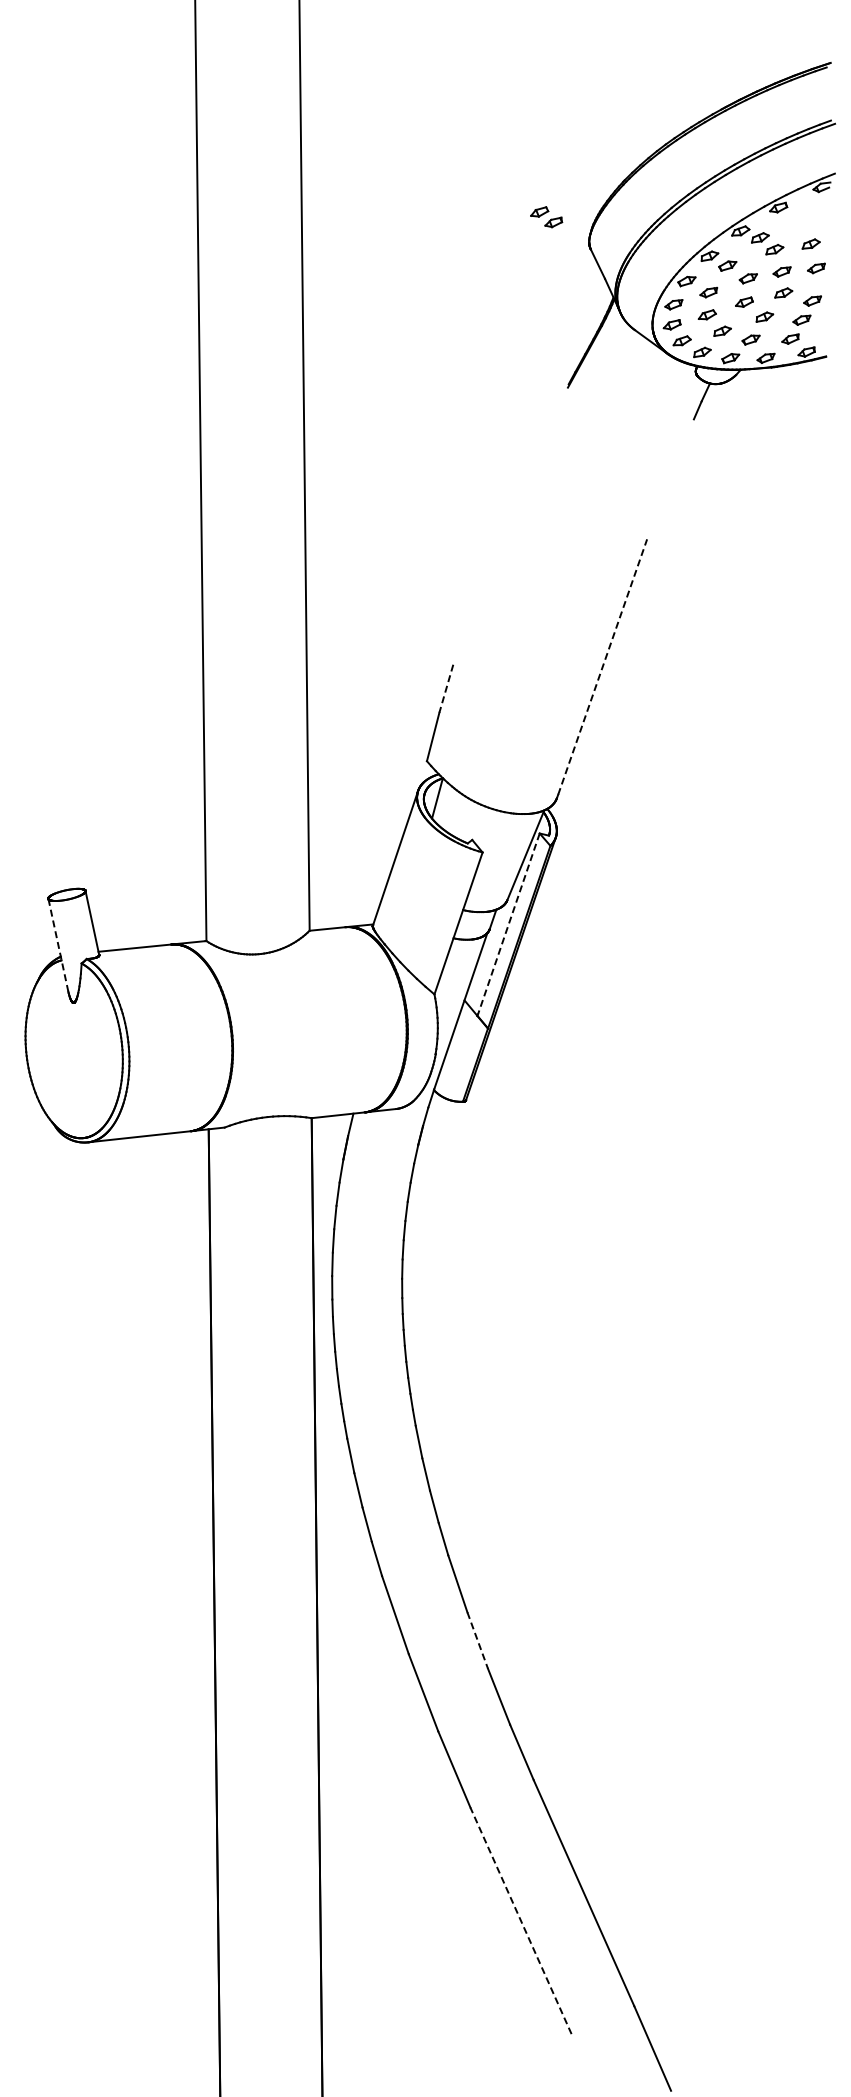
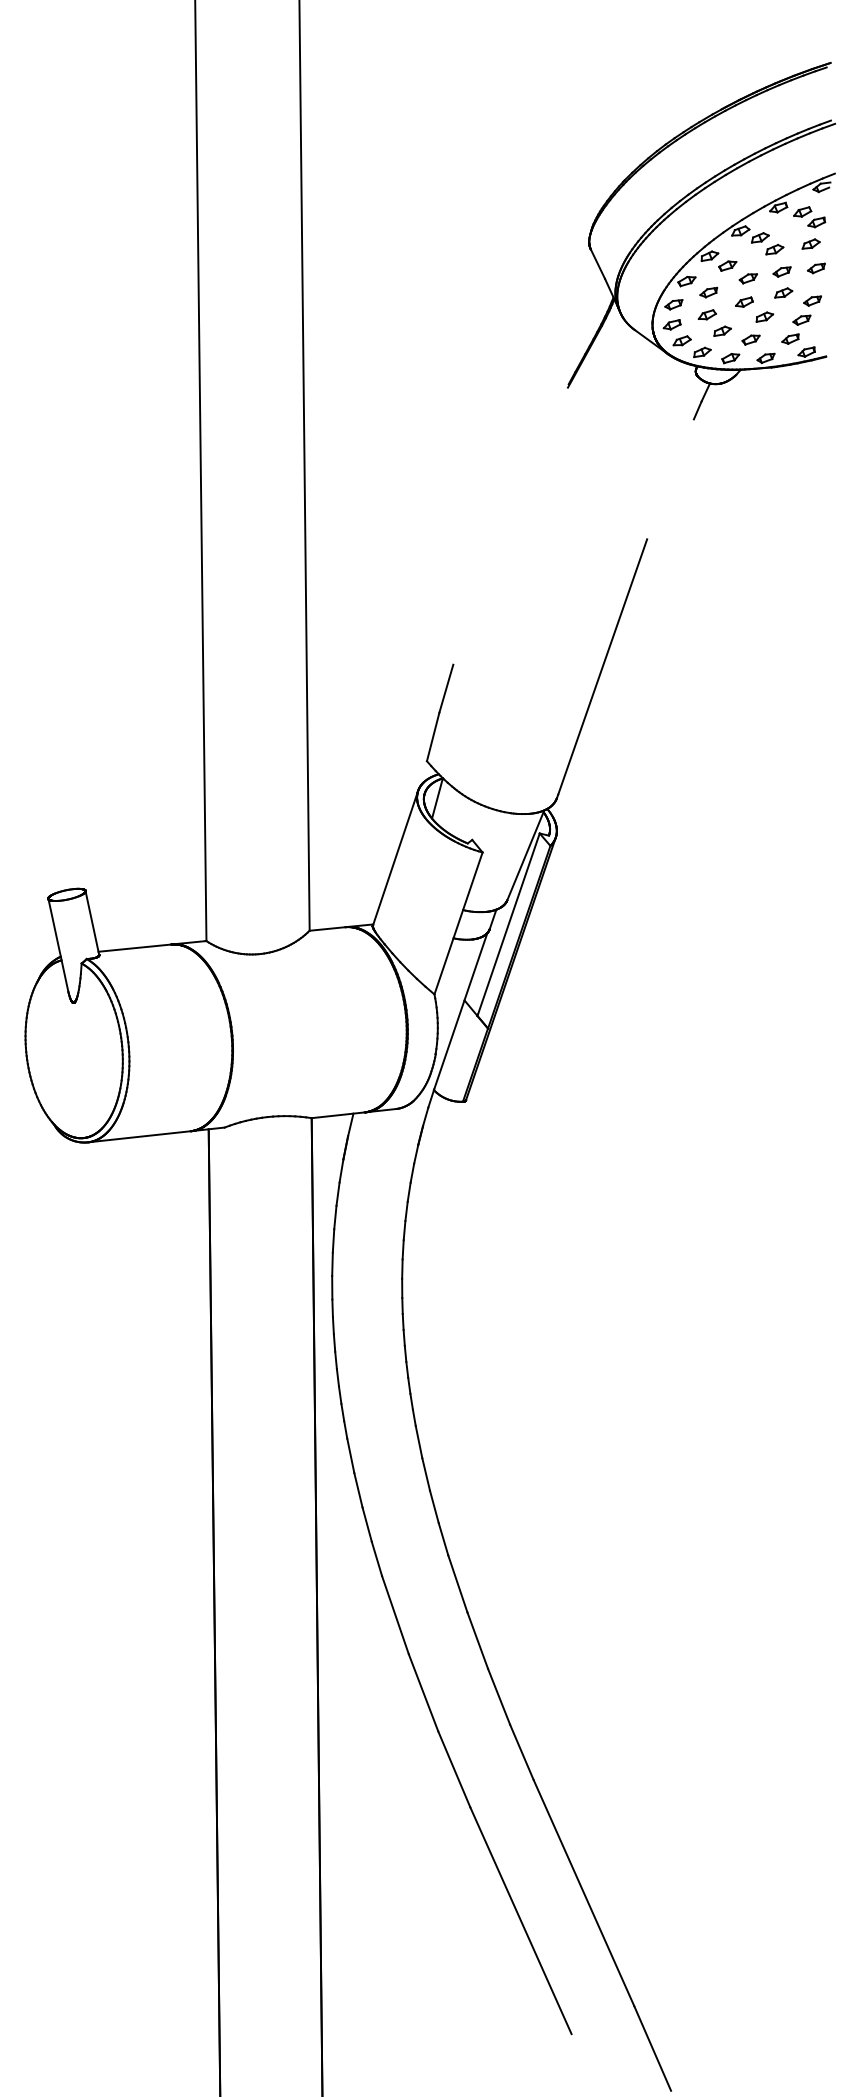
part at (546, 217) position: (546, 217) -> (809, 217)
line at (602, 666): dashed -> solid
line at (446, 689): dashed -> solid
line at (508, 923): dashed -> solid
line at (58, 945): dashed -> solid
line at (477, 1641): dashed -> solid
line at (520, 1920): dashed -> solid
